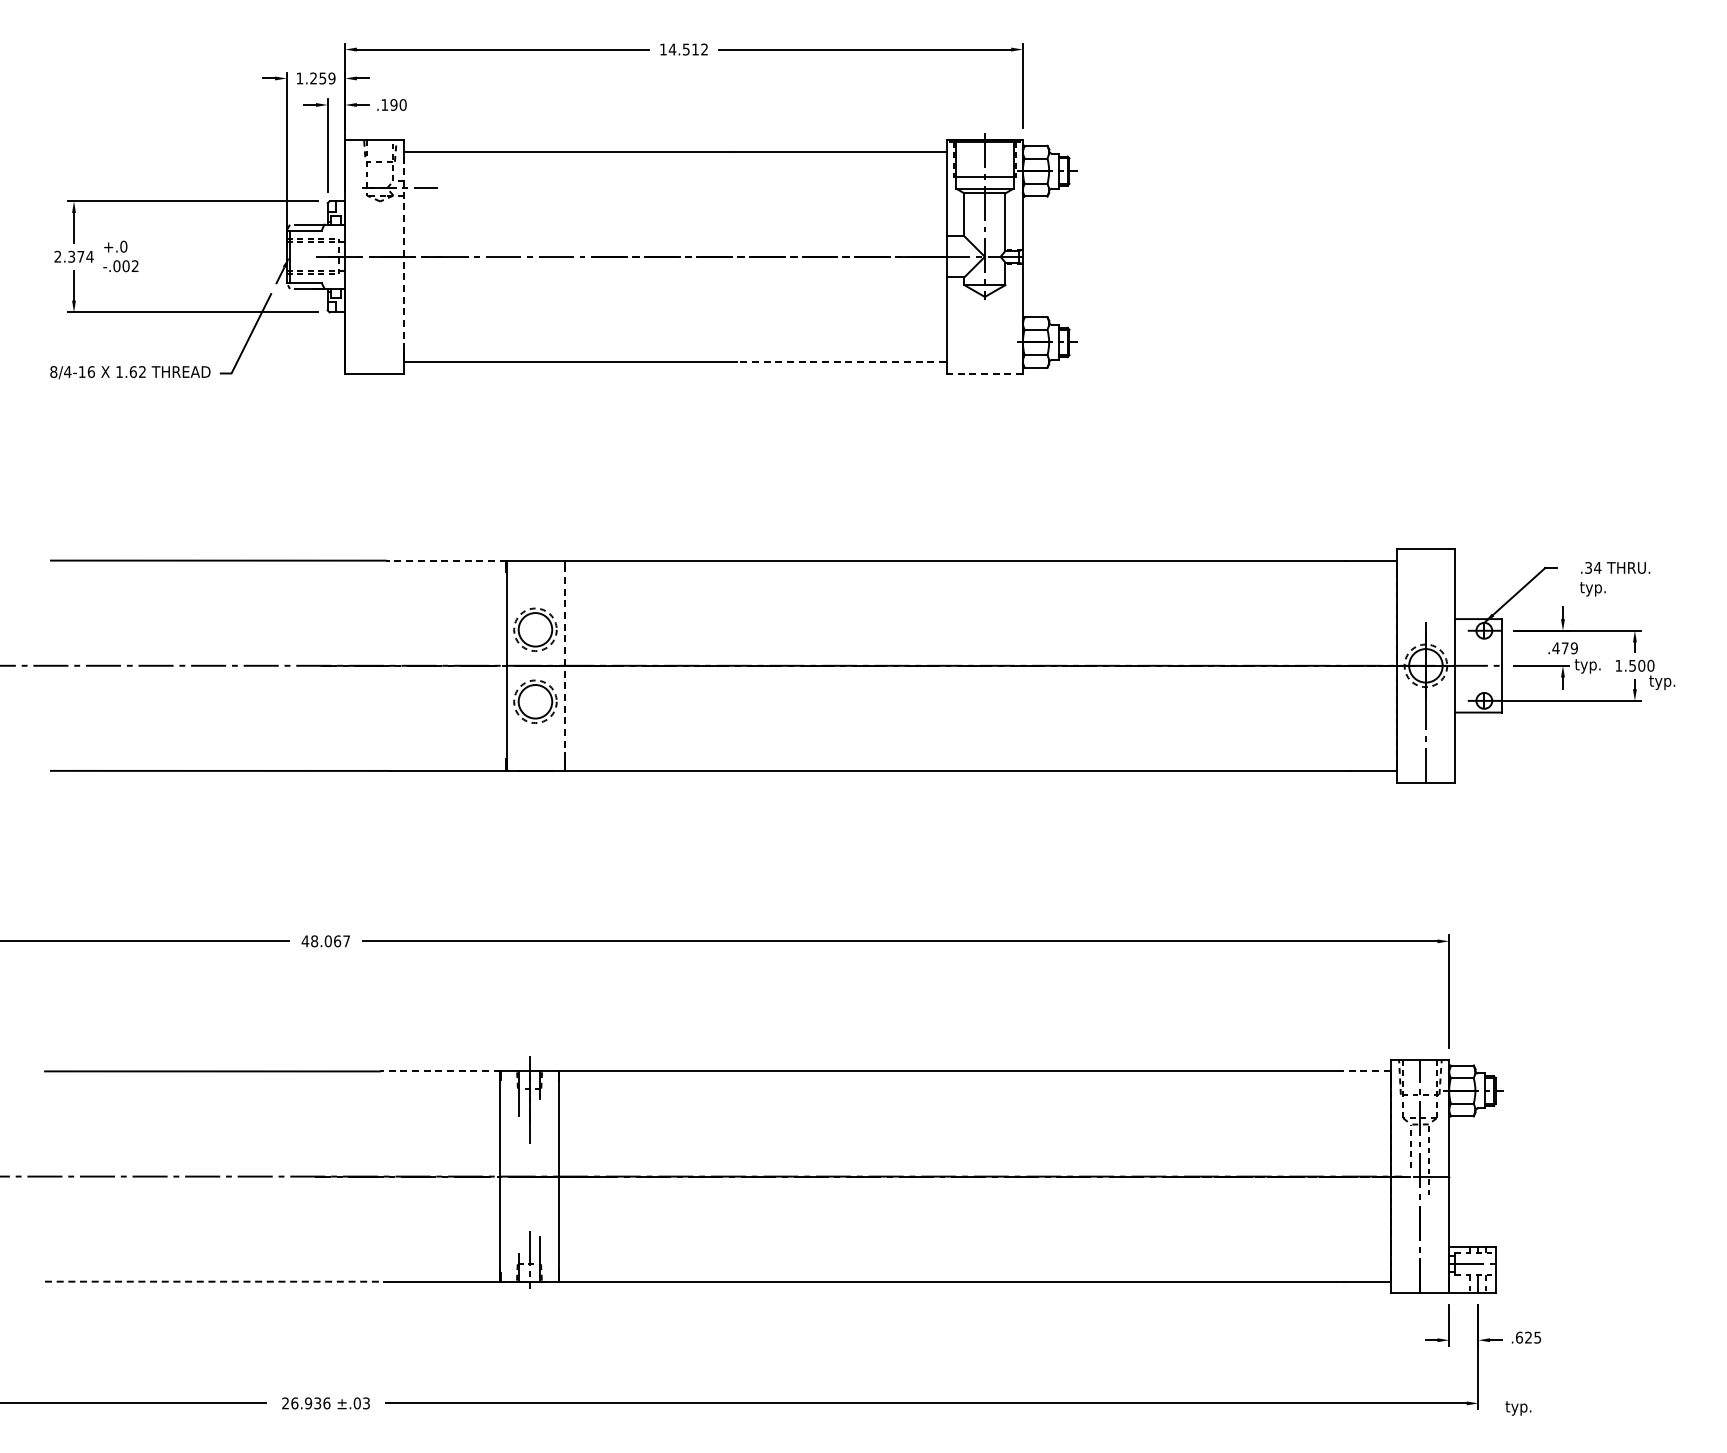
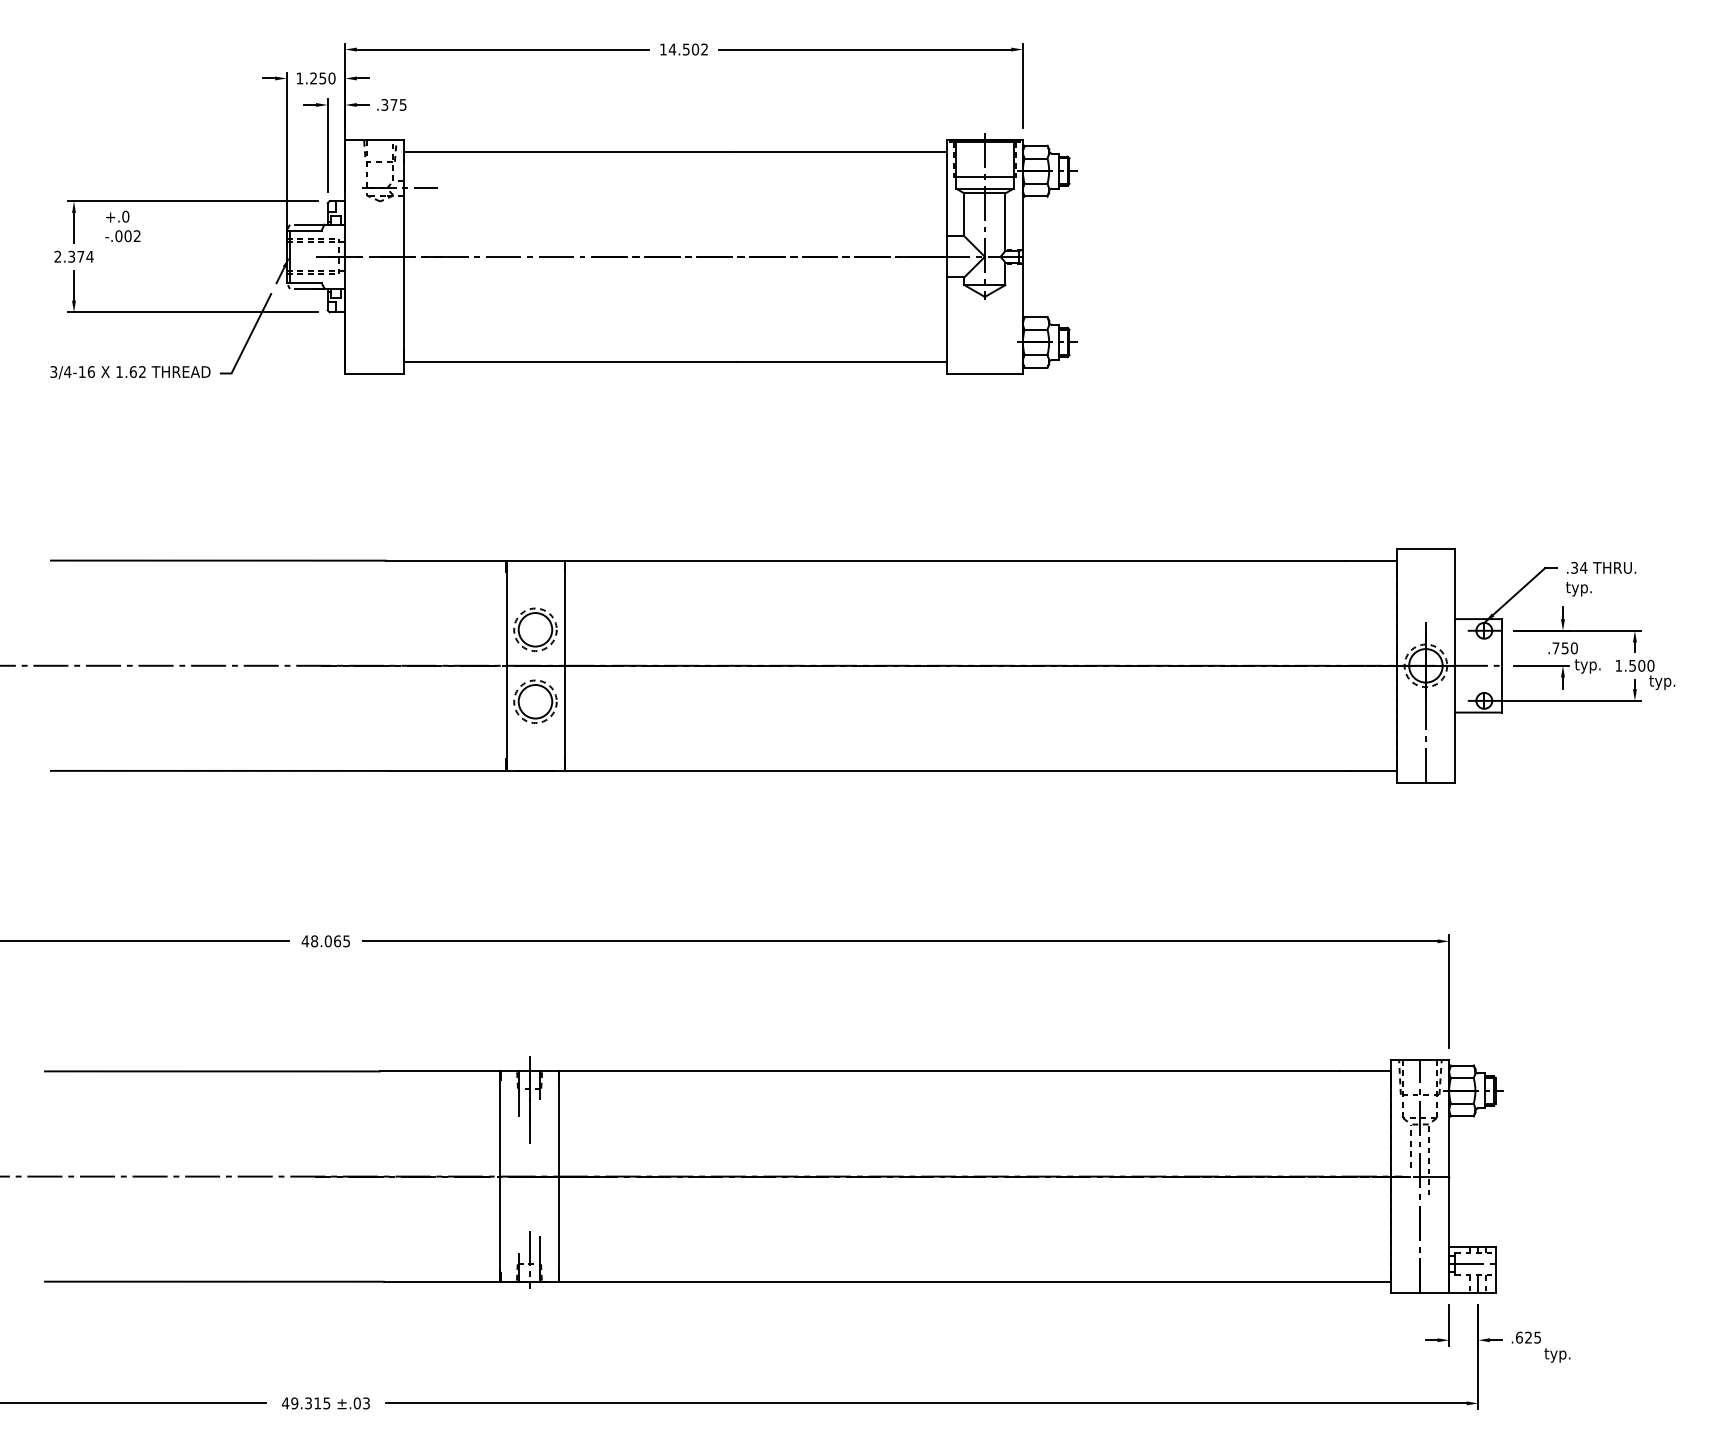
text at (695, 49): 14.512 -> 14.502
text at (331, 78): 1.259 -> 1.250
text at (393, 104): .190 -> .375
text at (120, 256) position: (120, 256) -> (122, 226)
line at (403, 256): dashed -> solid
line at (841, 361): dashed -> solid
text at (53, 371): 8/4-16 -> 3/4-16
line at (984, 373): dashed -> solid
line at (445, 560): dashed -> solid
text at (1615, 579) position: (1615, 579) -> (1601, 579)
text at (1564, 648): .479 -> .750
line at (564, 665): dashed -> solid
text at (346, 941): 48.067 -> 48.065
line at (439, 1071): dashed -> solid
line at (1365, 1071): dashed -> solid
line at (214, 1281): dashed -> solid
text at (305, 1403): 26.936 -> 49.315
text at (1518, 1408) position: (1518, 1408) -> (1557, 1355)
